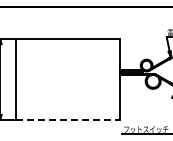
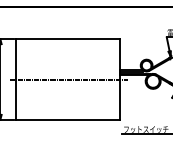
line at (68, 79): none -> present
line at (68, 119): dashed -> solid
